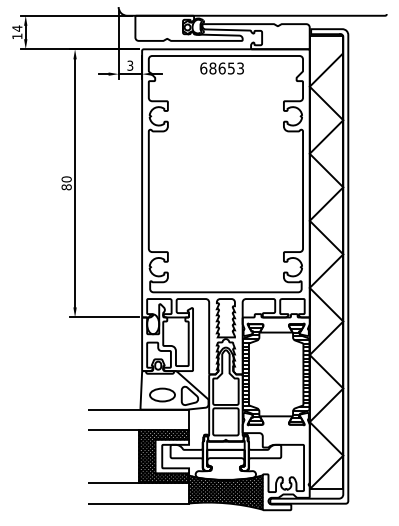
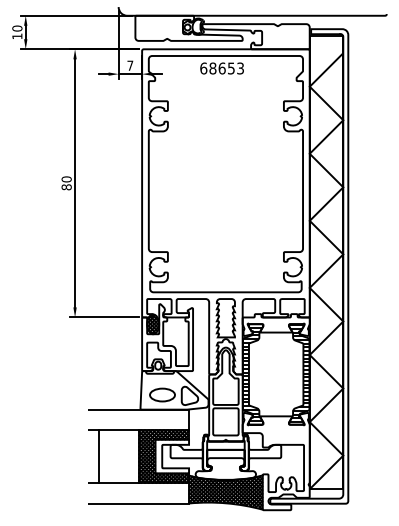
text at (17, 28): 14 -> 10
text at (130, 65): 3 -> 7
hatch at (153, 324): none -> present
line at (98, 456): none -> present
